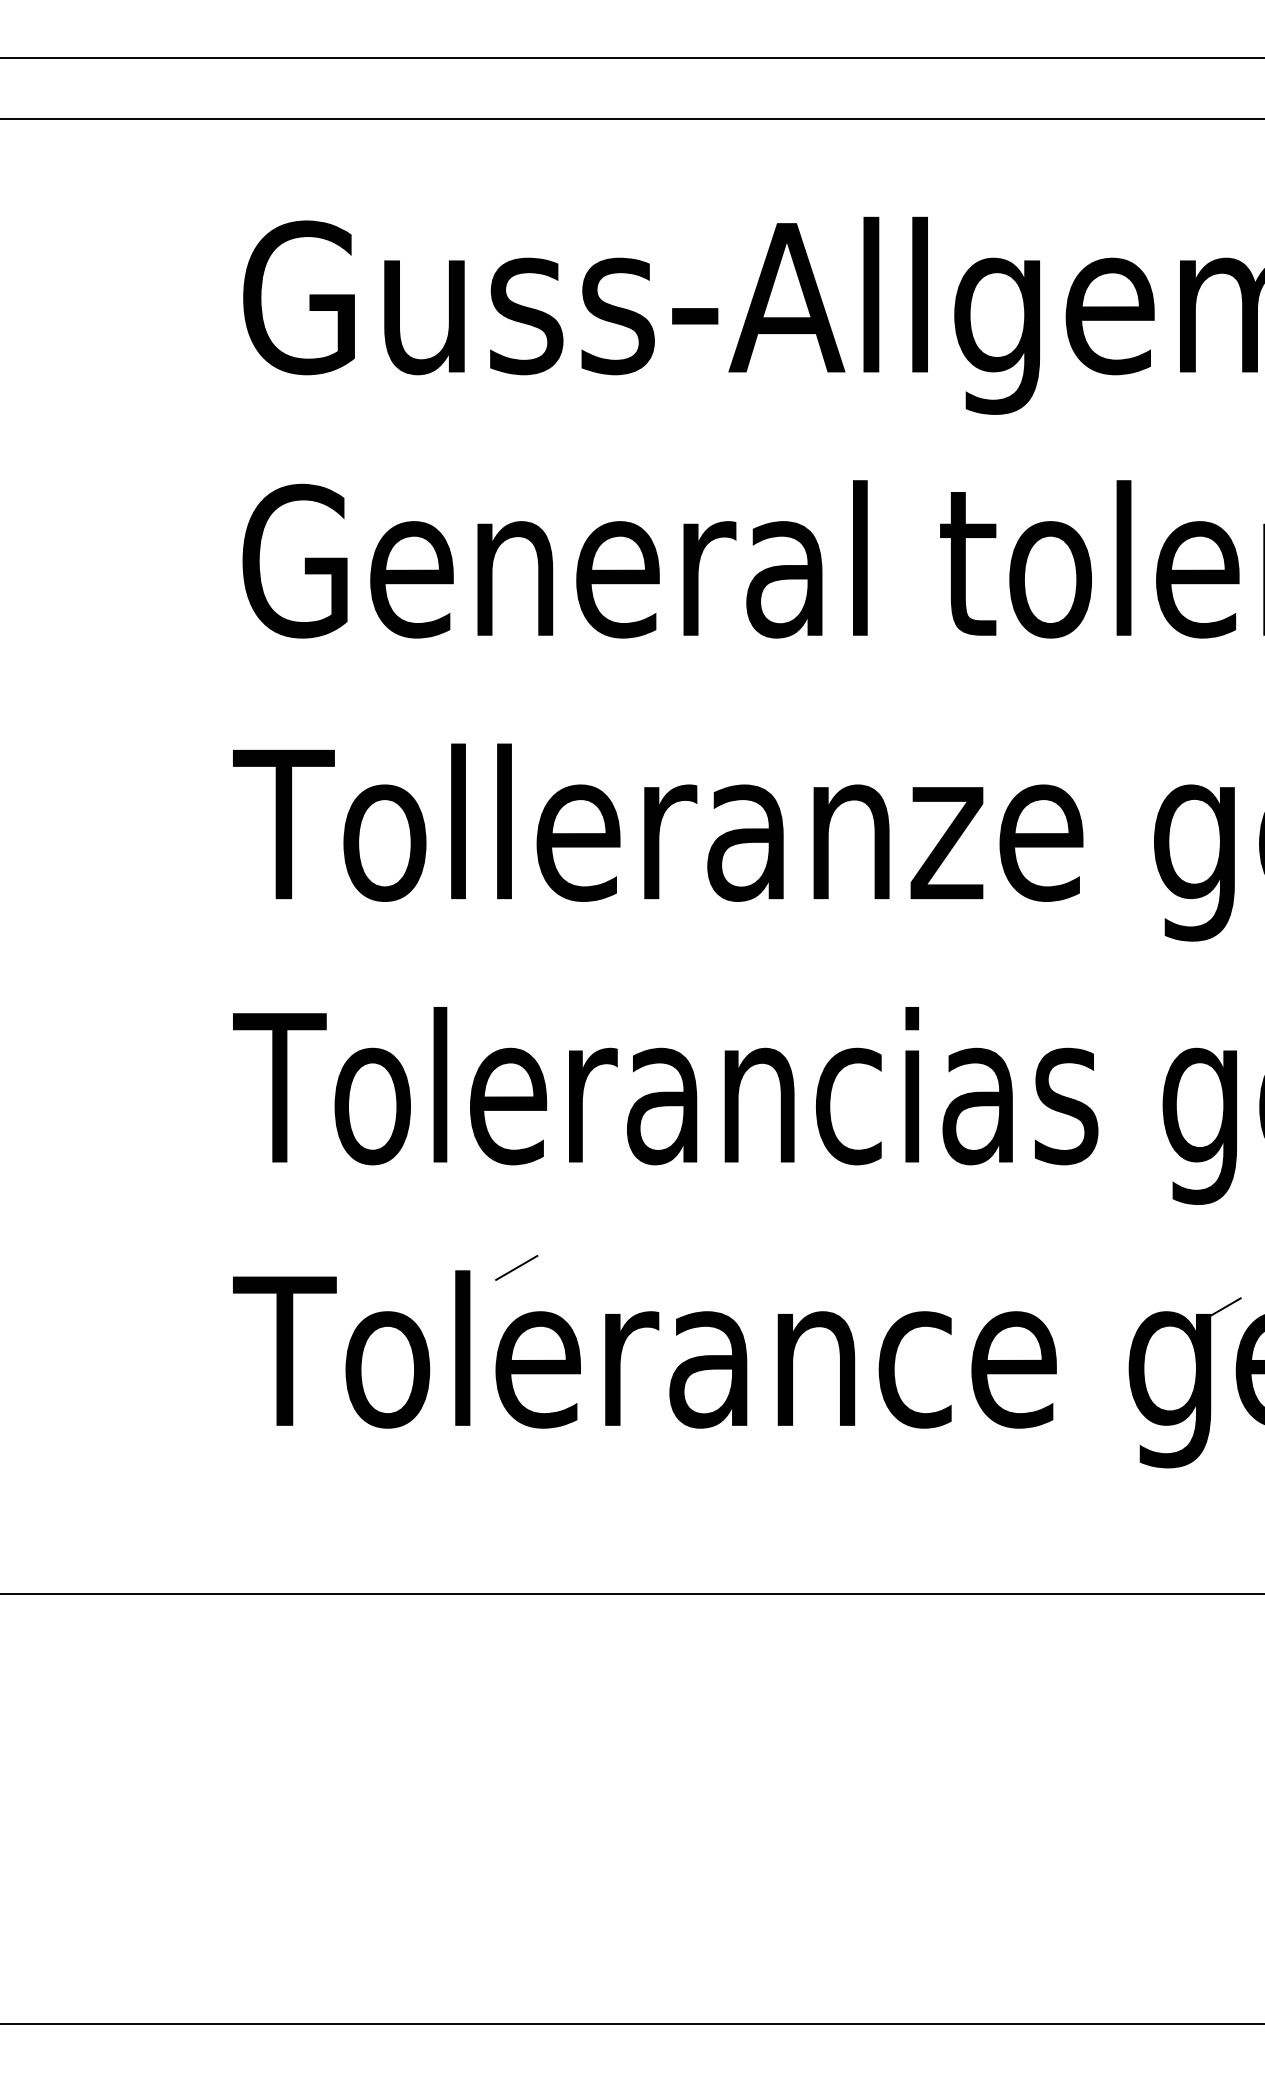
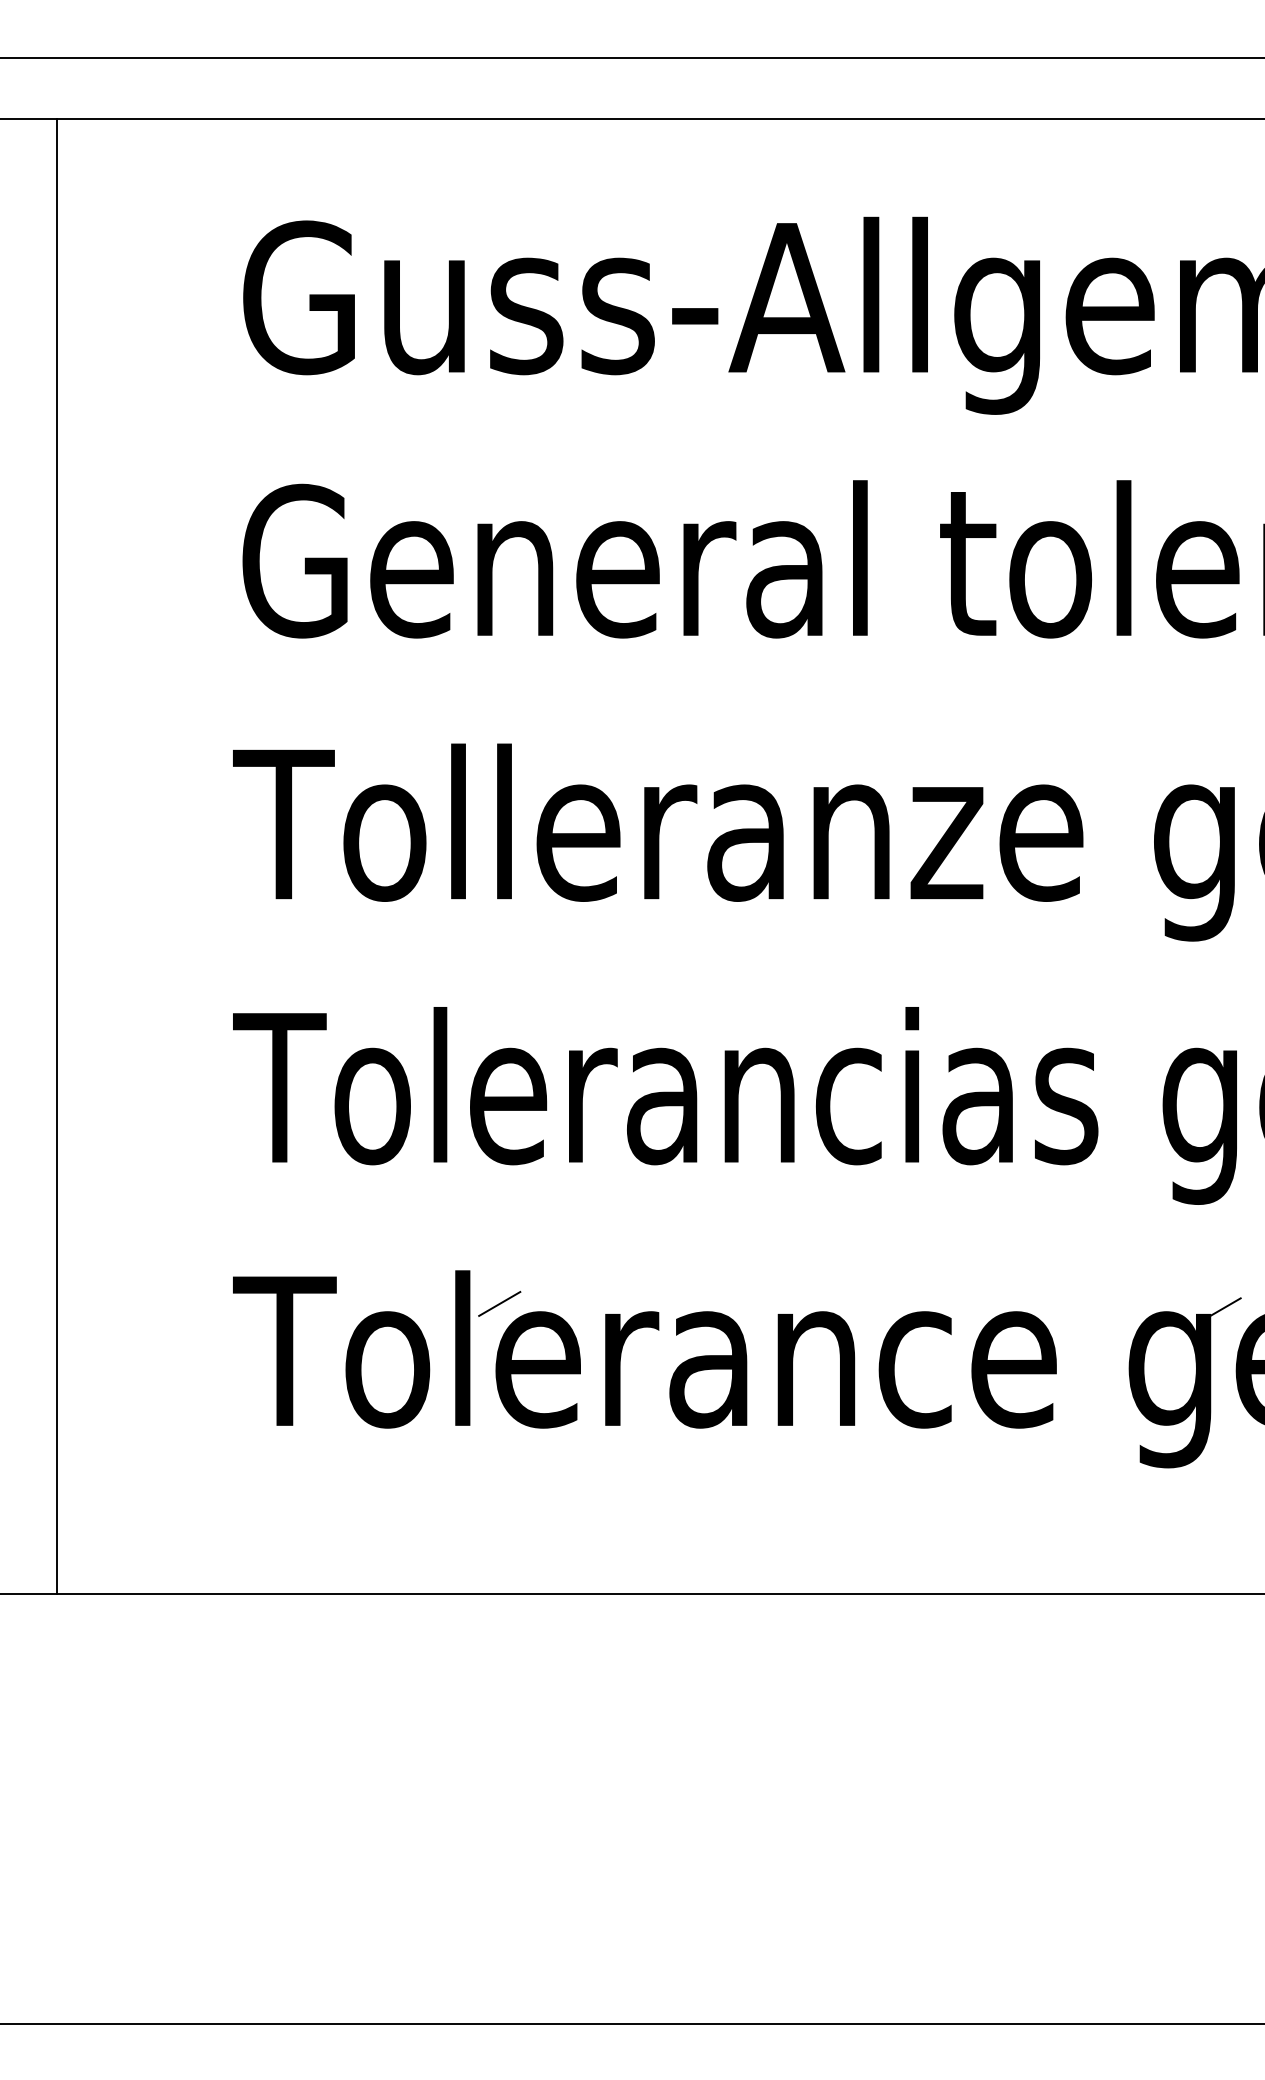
line at (56, 856): none -> present
line at (516, 1267) position: (516, 1267) -> (499, 1303)
